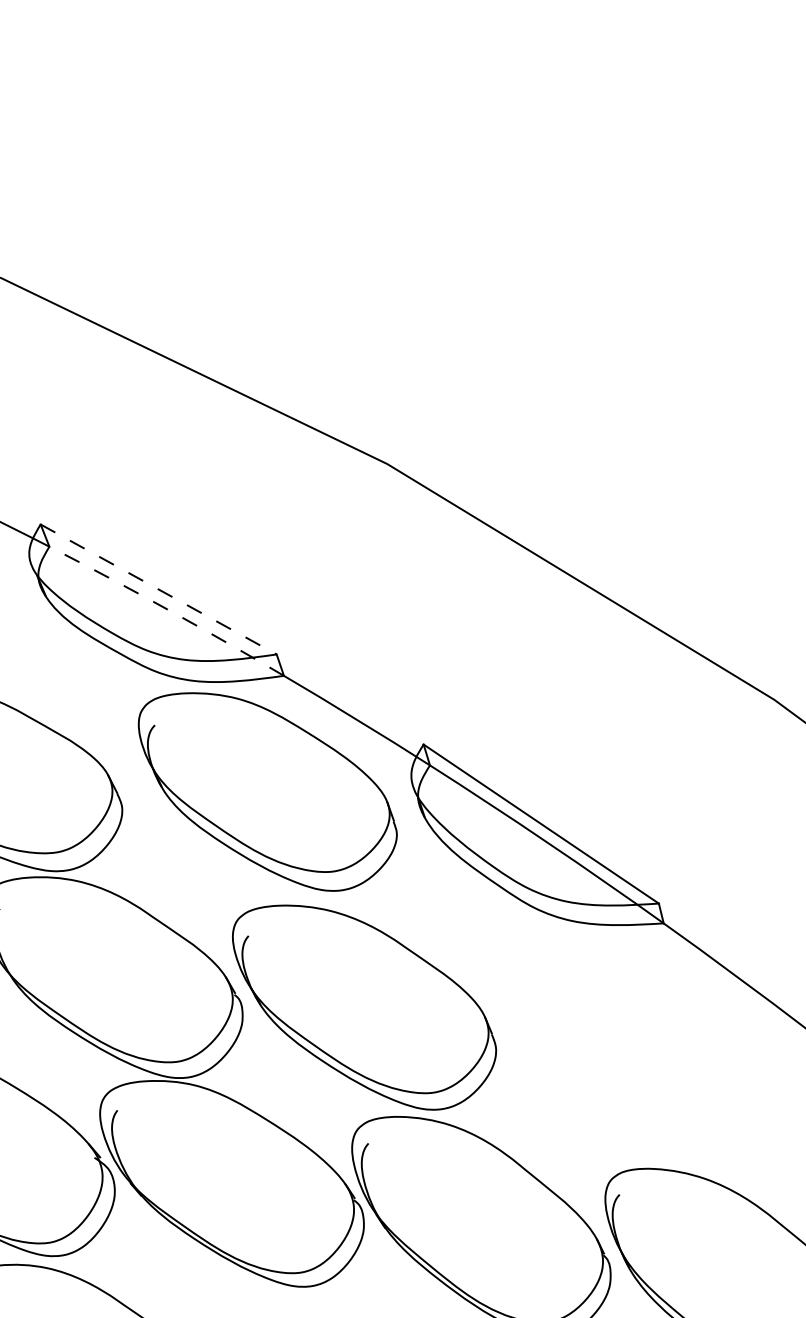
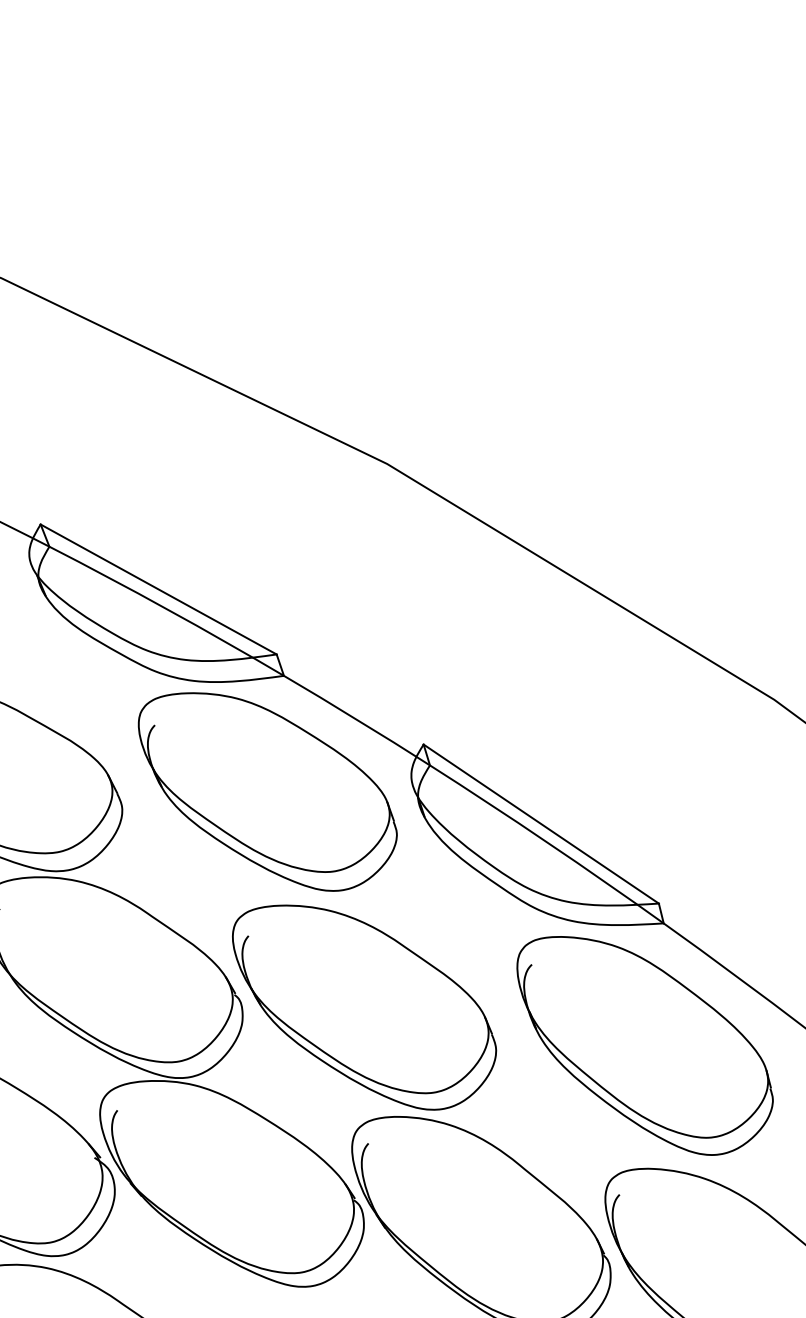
line at (158, 589): dashed -> solid
arc at (167, 609): dashed -> solid
part at (644, 1045): none -> present
